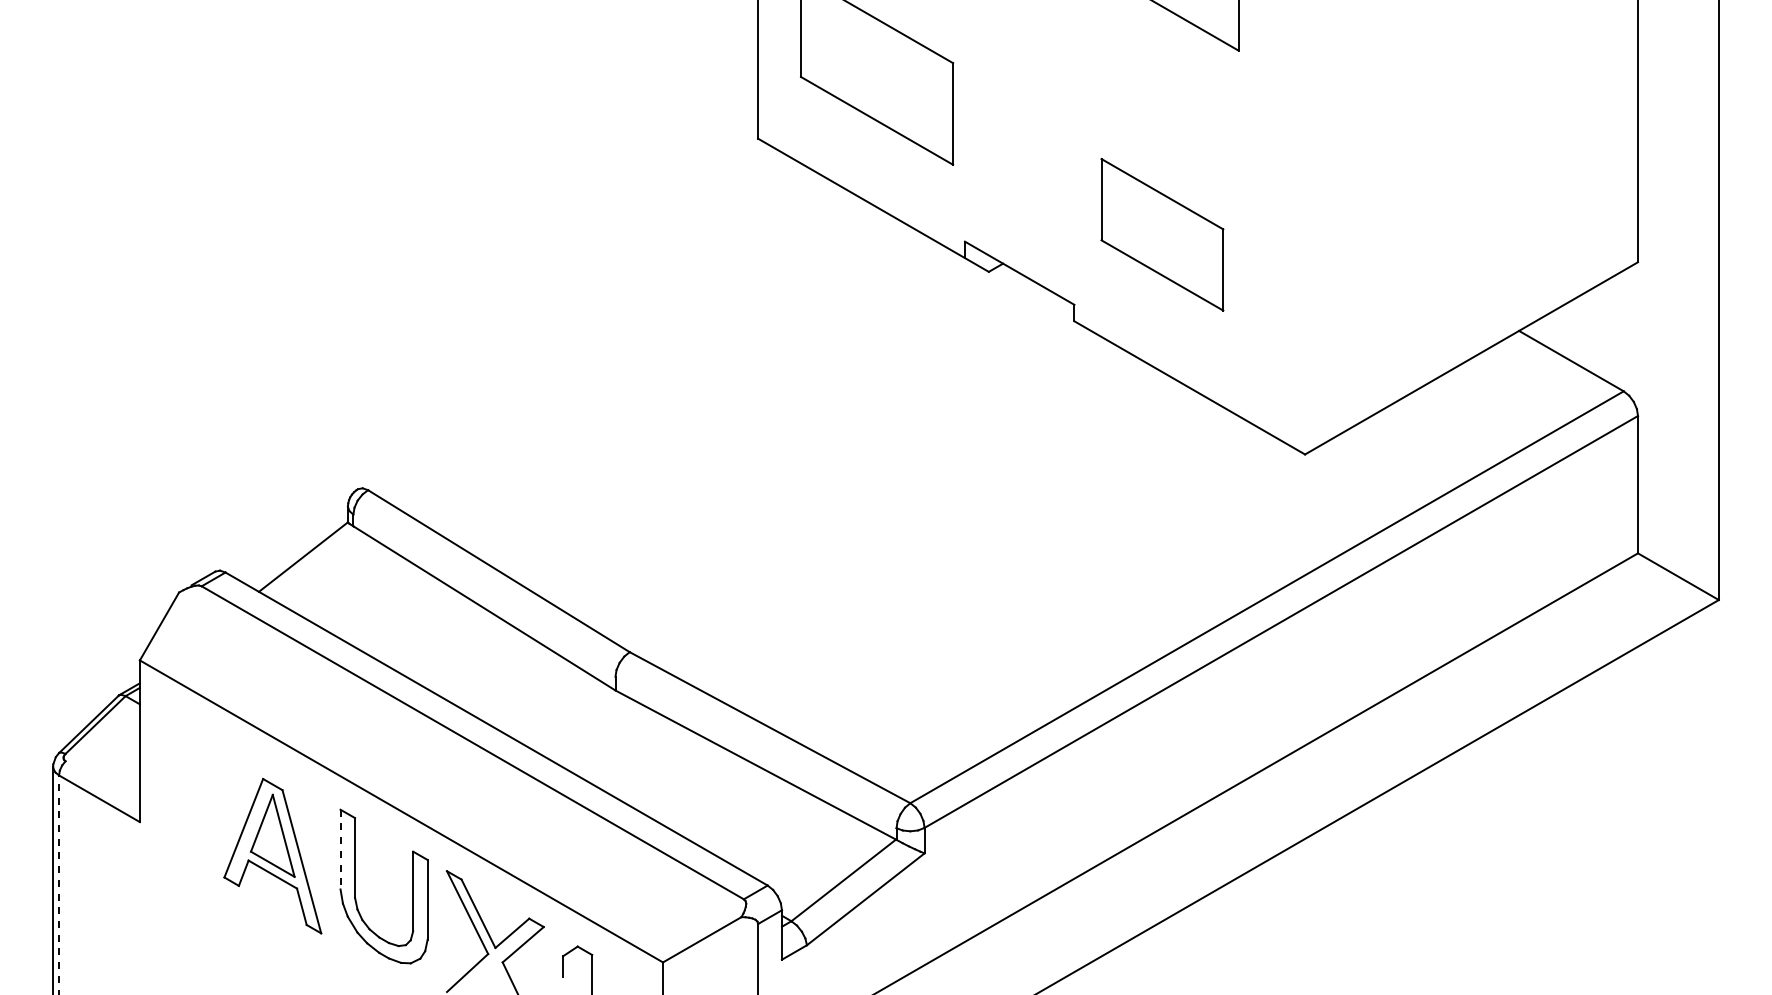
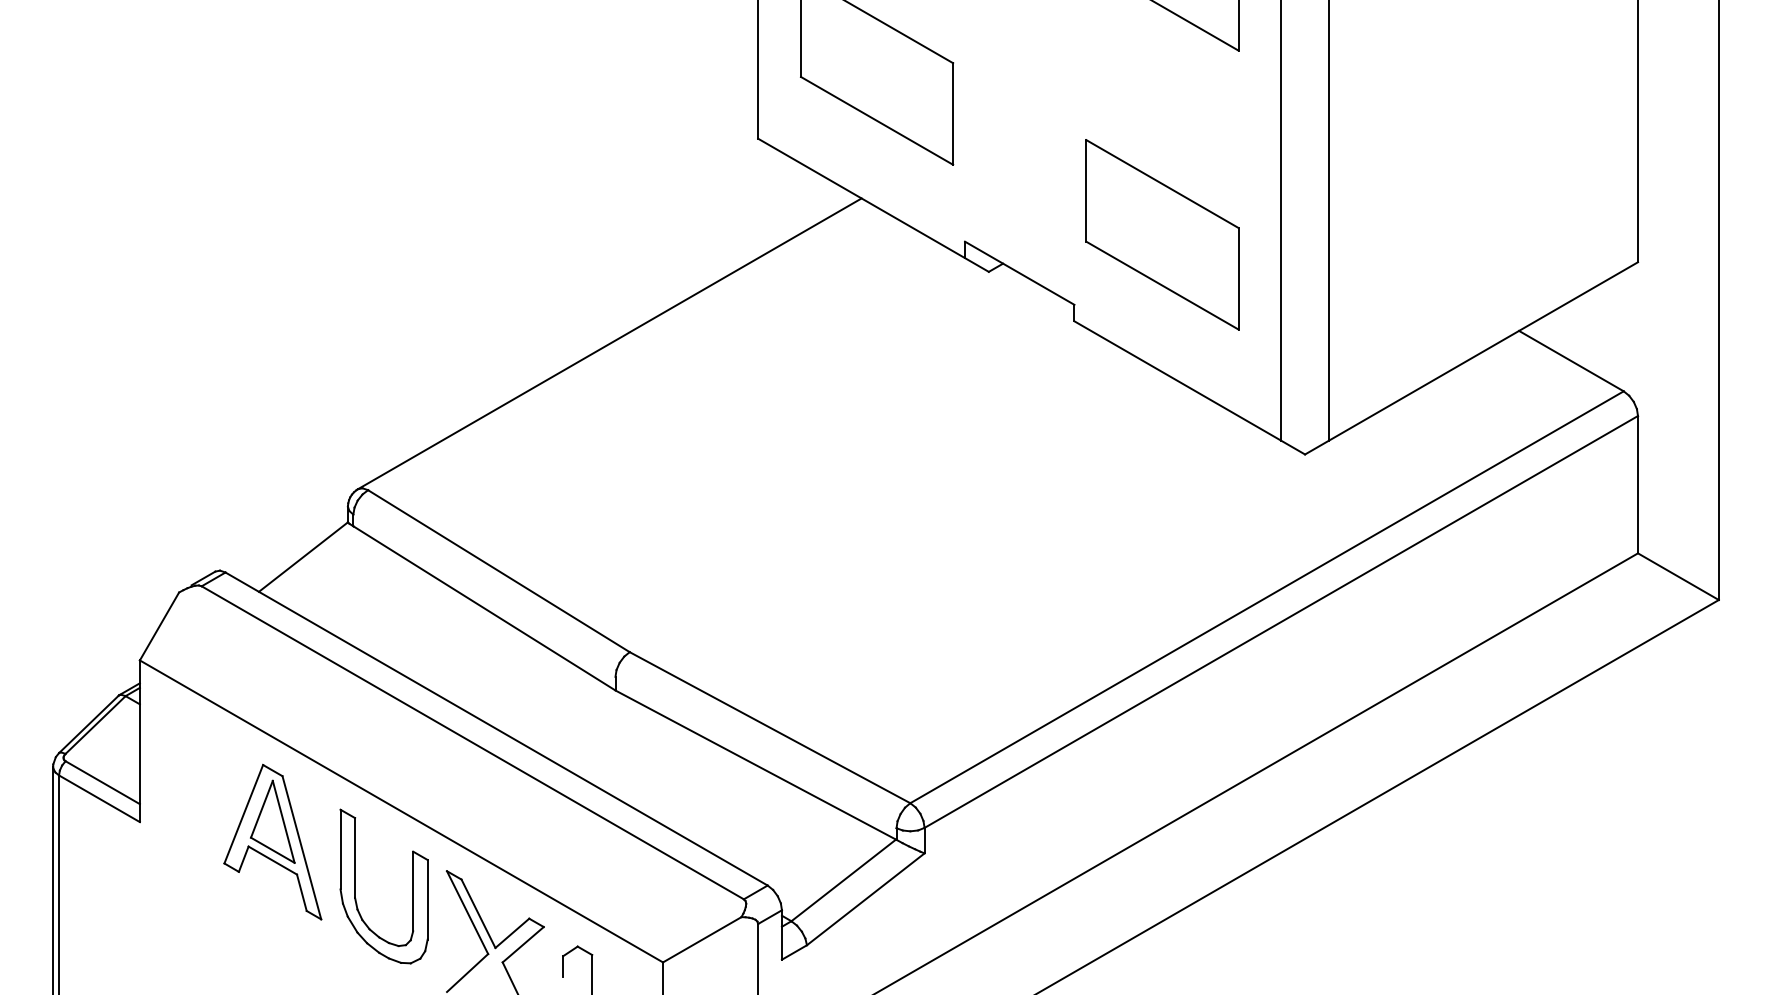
line at (1281, 221): none -> present
line at (1328, 221): none -> present
part at (1162, 234) size: 125x154 px -> 155x192 px
line at (609, 343): none -> present
line at (102, 782): none -> present
line at (340, 849): dashed -> solid
part at (272, 855) position: (272, 855) -> (272, 841)
line at (59, 884): dashed -> solid
